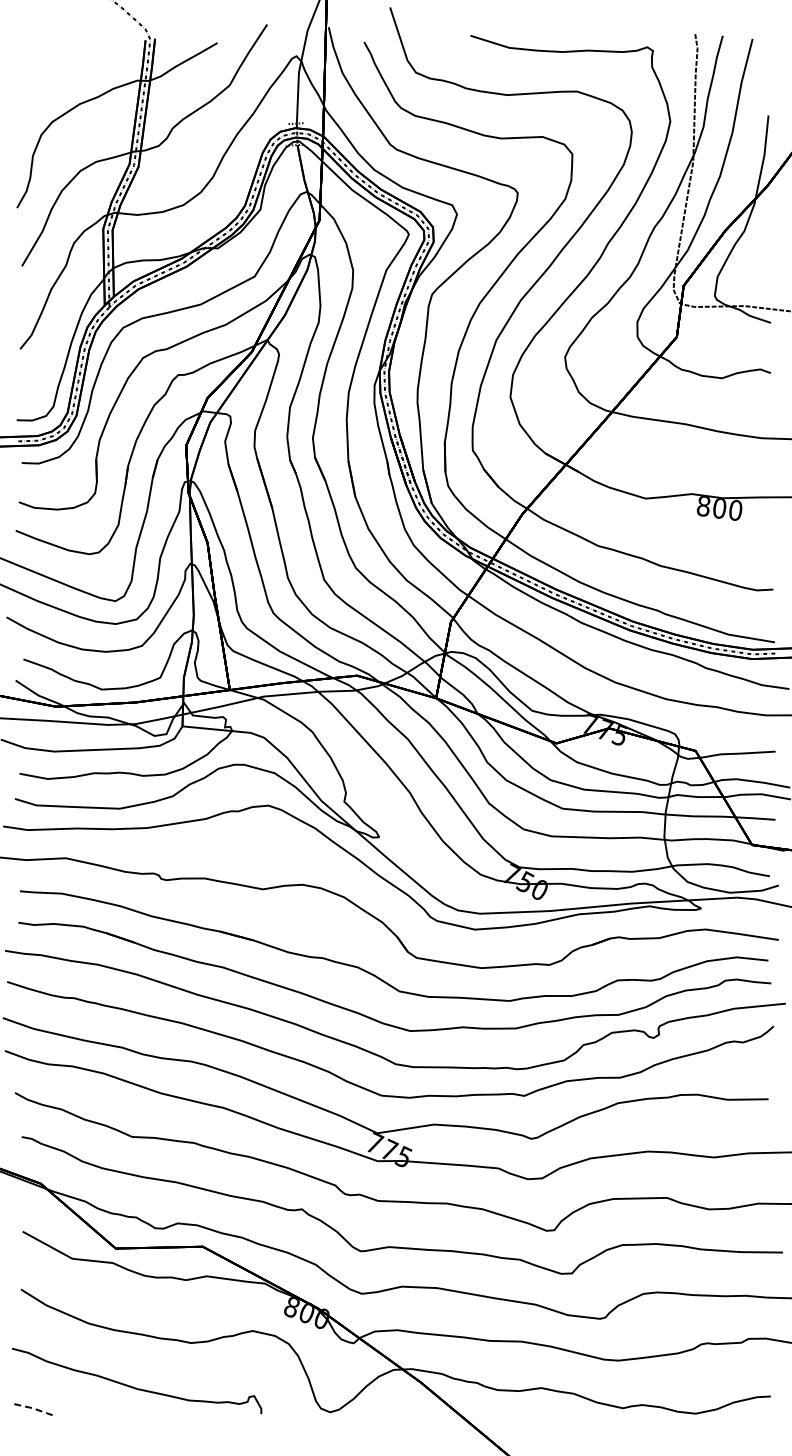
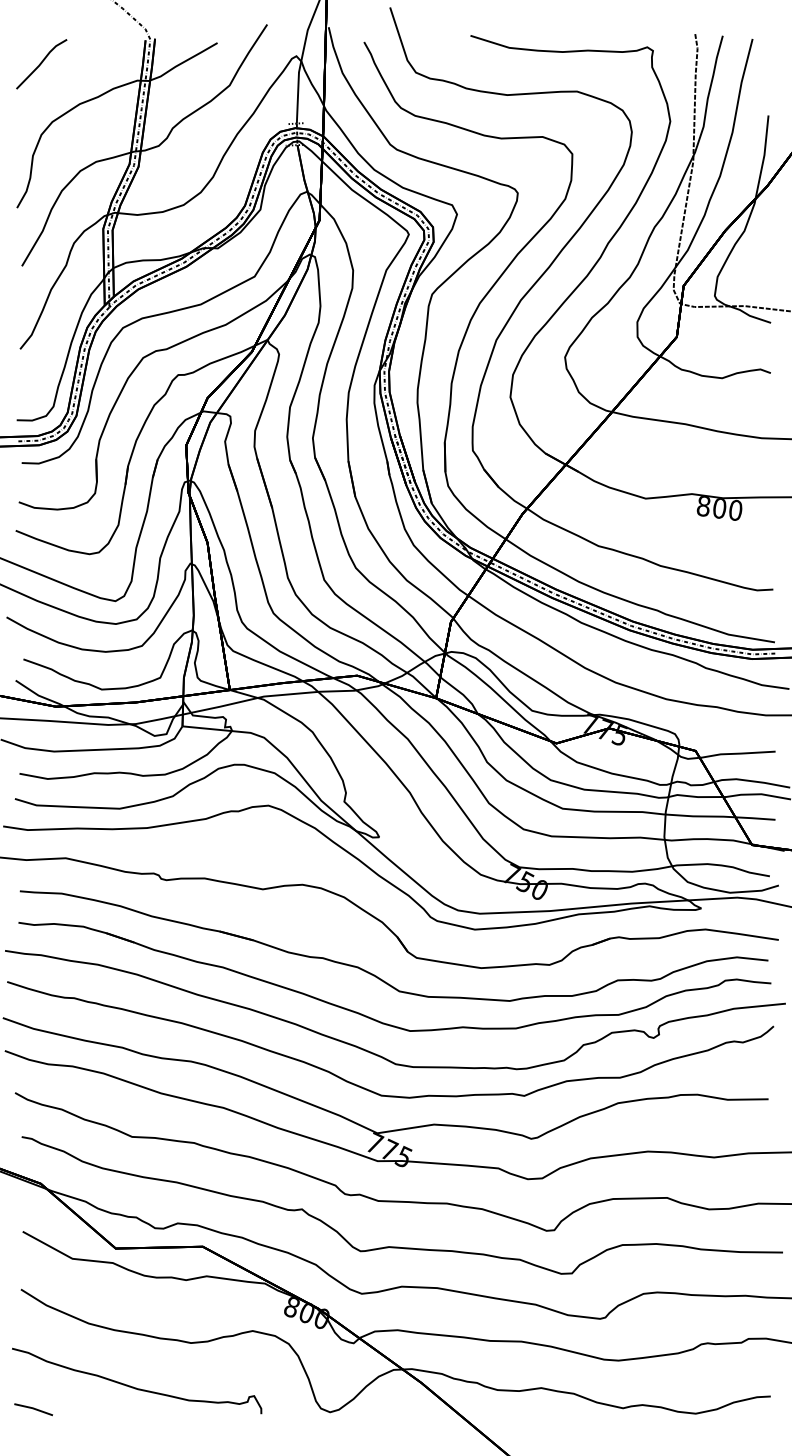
line at (41, 64): none -> present
line at (33, 1408): dashed -> solid
